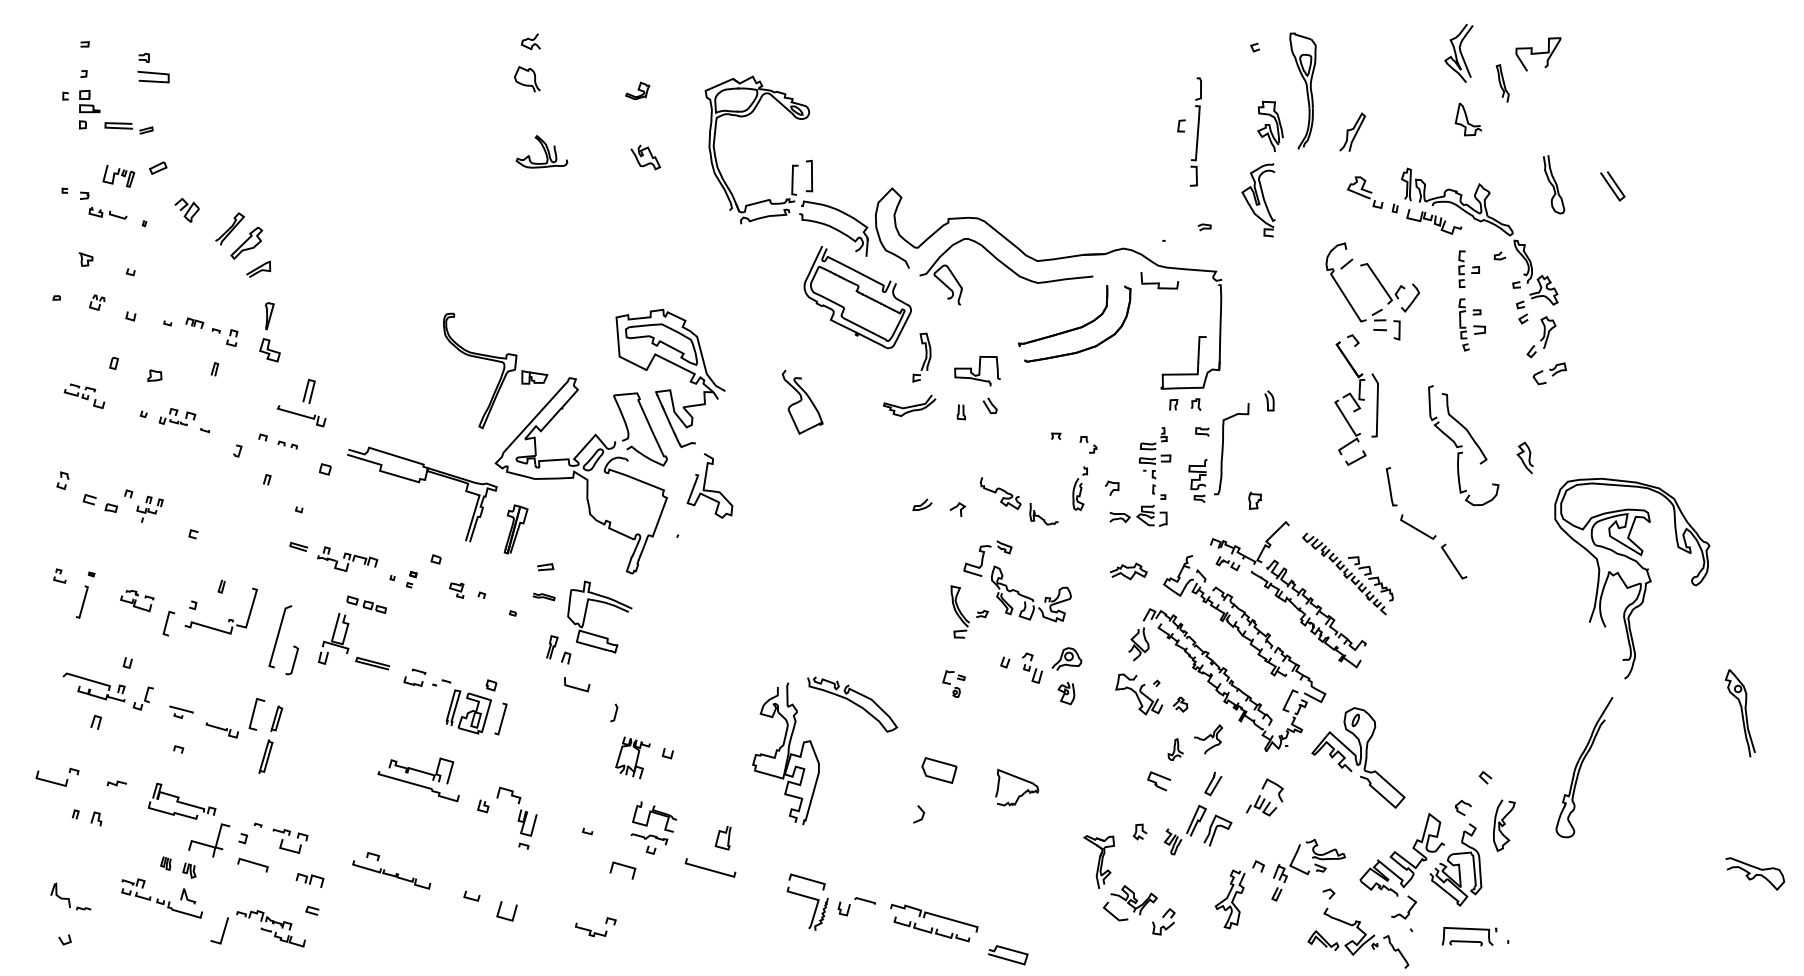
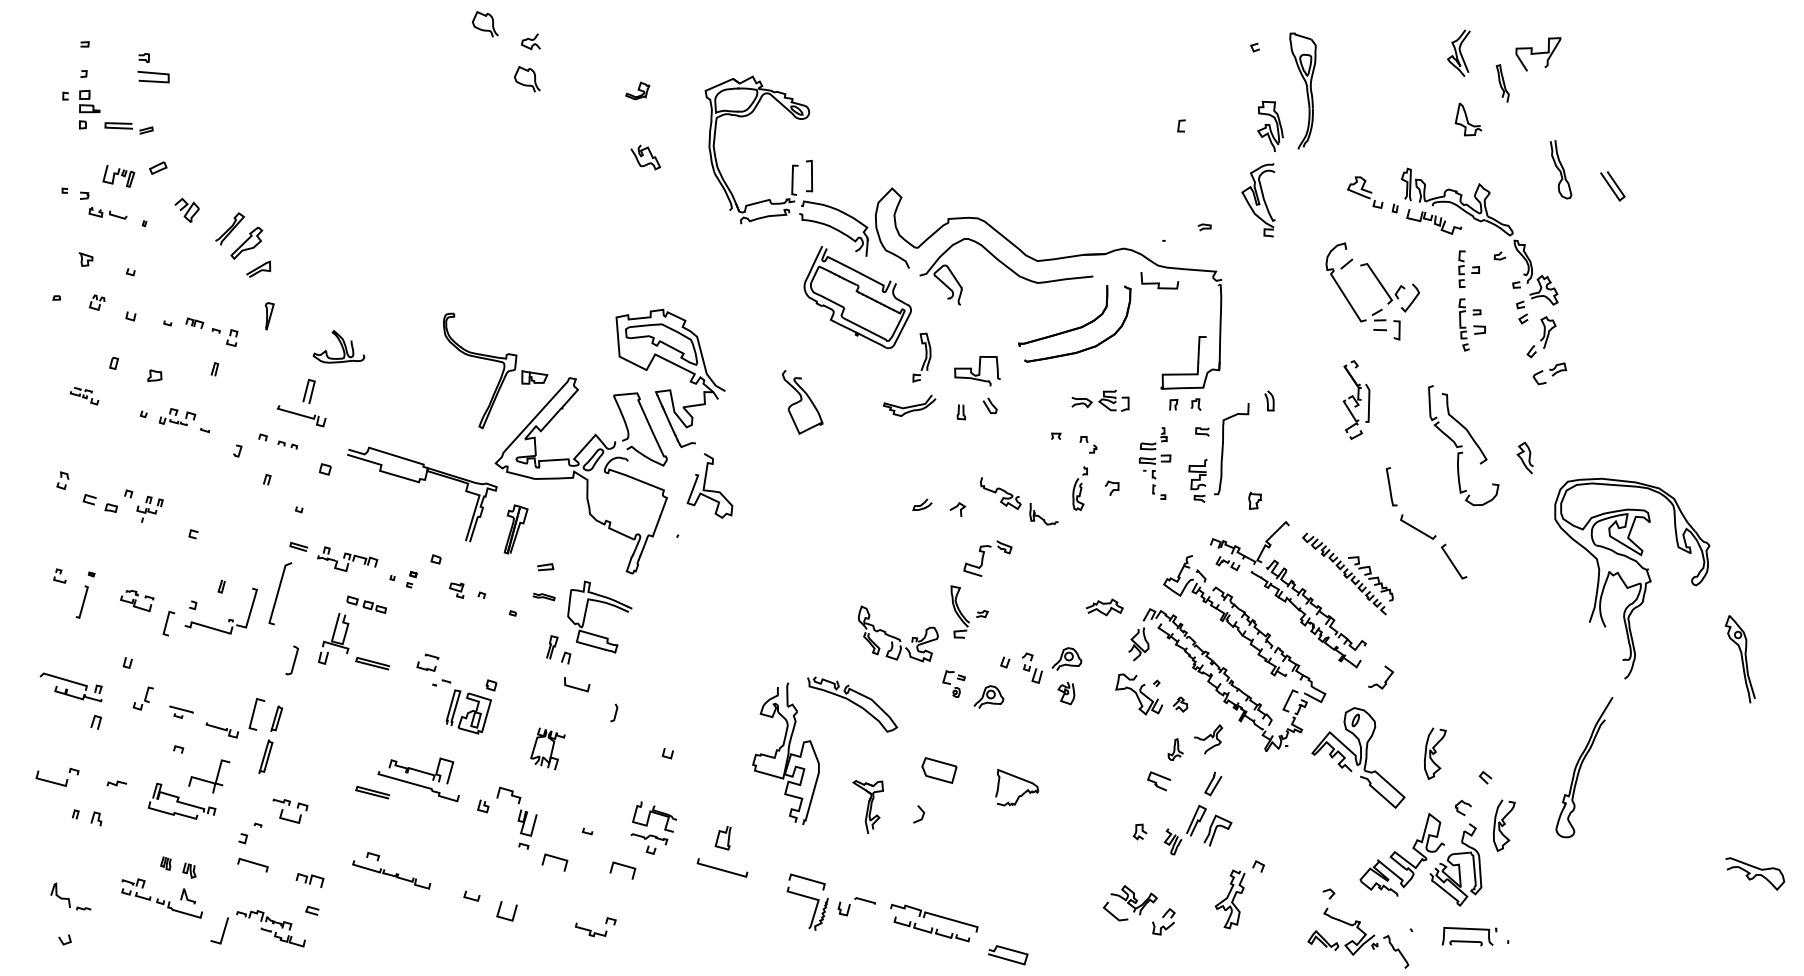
part at (485, 24): none -> present
part at (1458, 52) size: 30x60 px -> 24x48 px
curve at (1352, 130): present -> none
part at (1195, 131): present -> none
part at (541, 151) position: (541, 151) -> (338, 346)
curve at (1553, 184) position: (1553, 184) -> (1560, 169)
part at (269, 350): present -> none
part at (84, 395) size: 43x26 px -> 31x19 px
part at (1356, 399) size: 45x132 px -> 29x80 px
part at (1138, 515) position: (1138, 515) -> (1100, 400)
curve at (1128, 568) position: (1128, 568) -> (1104, 604)
part at (1031, 593) position: (1031, 593) -> (898, 633)
line at (278, 636) position: (278, 636) -> (278, 593)
part at (414, 677) position: (414, 677) -> (427, 662)
part at (93, 687) position: (93, 687) -> (70, 687)
part at (988, 696): none -> present
part at (1739, 713) position: (1739, 713) -> (1739, 659)
line at (501, 718): present -> none
curve at (1435, 753): none -> present
part at (632, 757) position: (632, 757) -> (547, 748)
line at (372, 791): none -> present
part at (1264, 797): present -> none
part at (209, 840) position: (209, 840) -> (209, 776)
part at (290, 840) position: (290, 840) -> (290, 810)
line at (555, 858): none -> present
part at (1098, 861) position: (1098, 861) -> (867, 806)
line at (710, 869) position: (710, 869) -> (722, 869)
part at (1308, 869): present -> none
part at (1403, 907) position: (1403, 907) -> (1380, 677)
